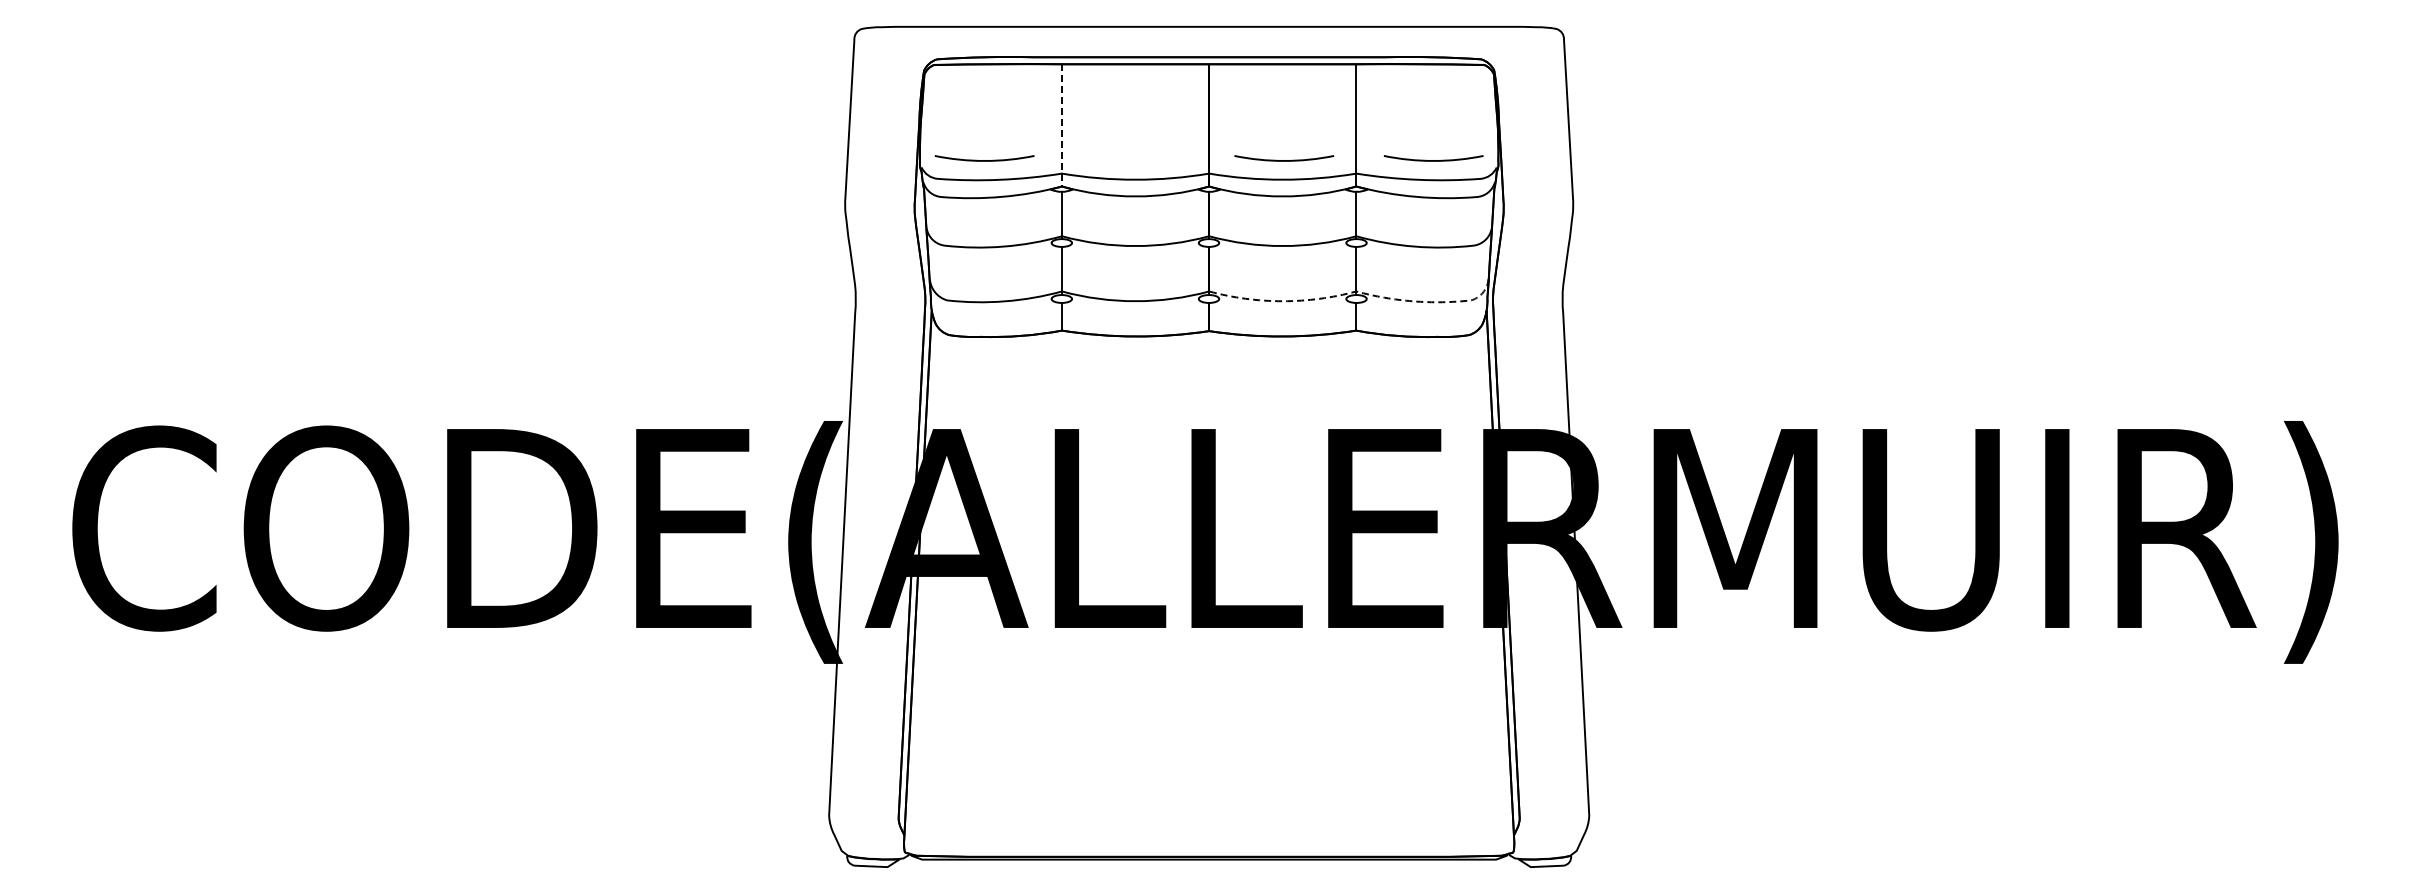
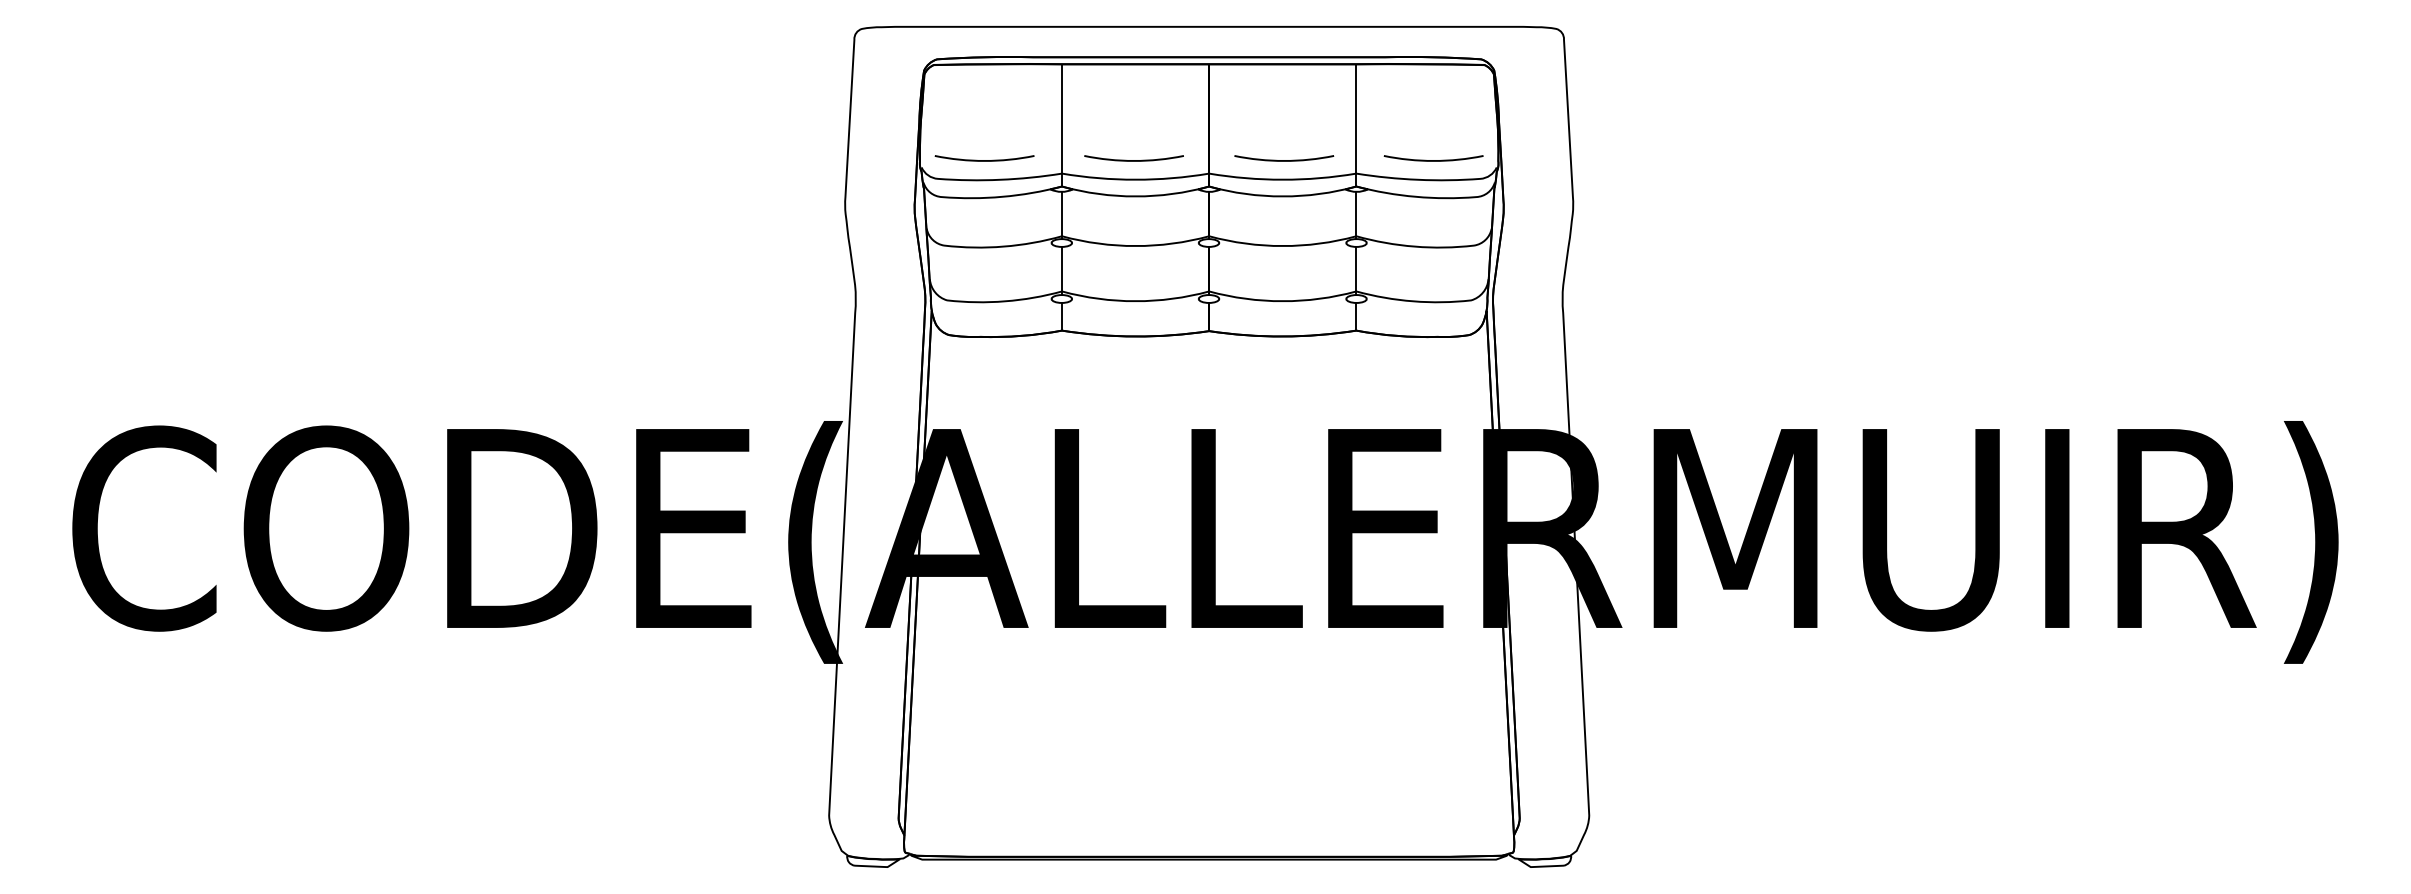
line at (1062, 125): dashed -> solid
curve at (1133, 160): none -> present
line at (1352, 292): dashed -> solid
